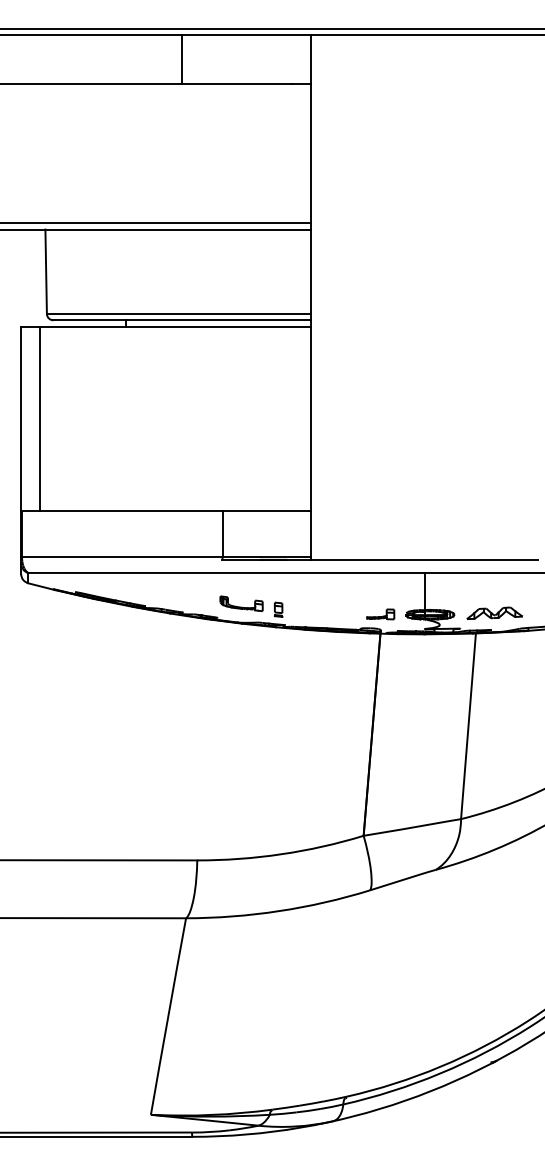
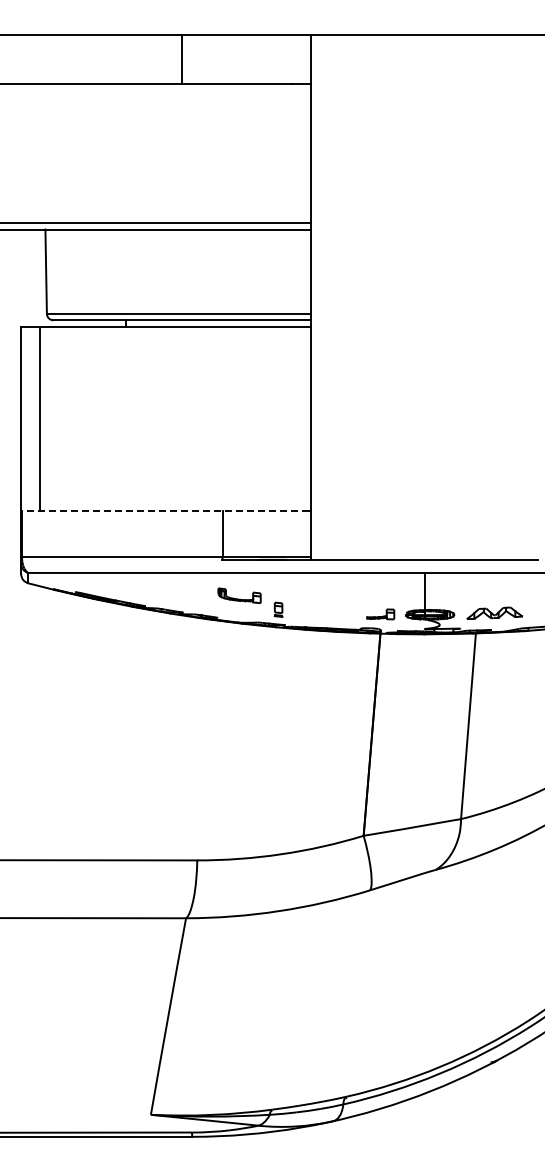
line at (271, 29): present -> none
line at (165, 511): solid -> dashed
part at (241, 603) position: (241, 603) -> (239, 595)
